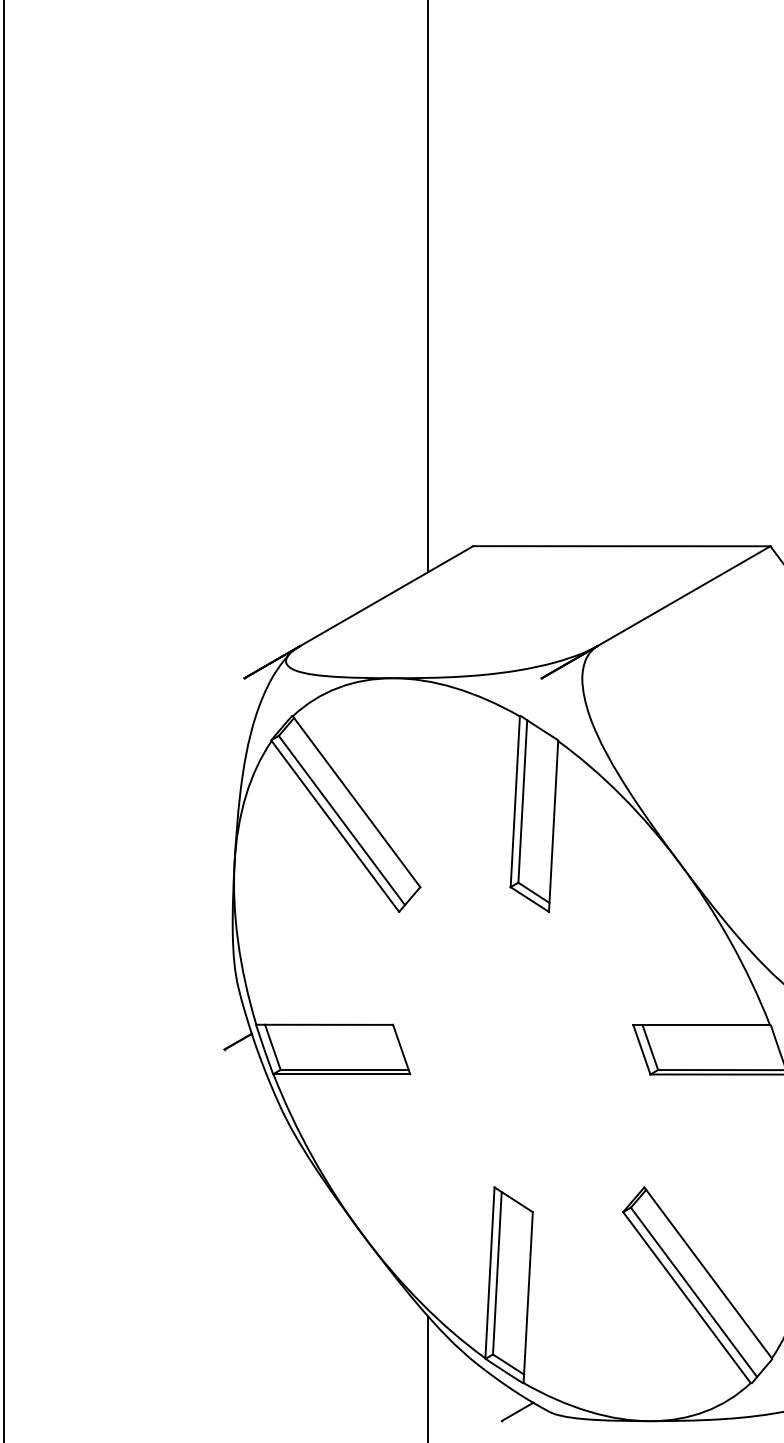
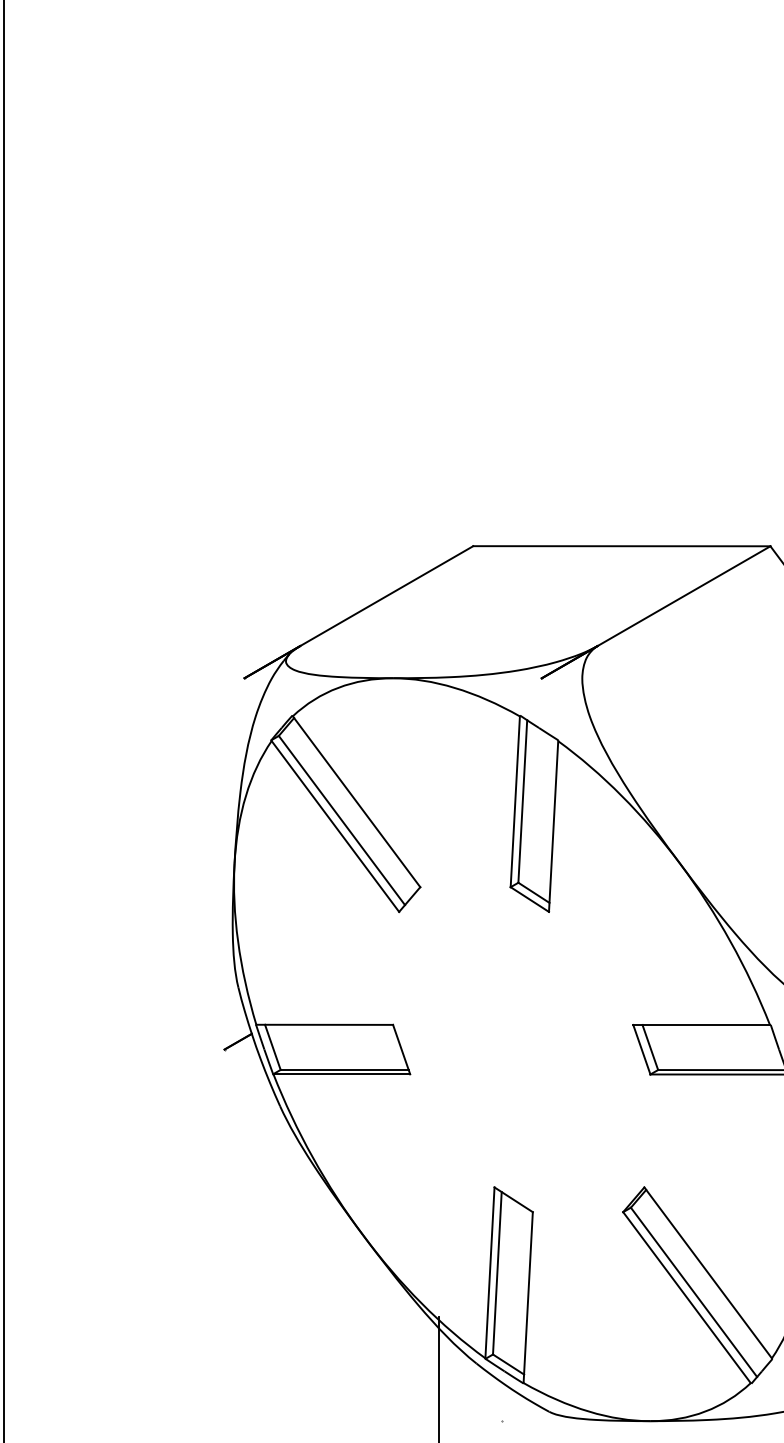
line at (428, 287): present -> none
line at (428, 1377) position: (428, 1377) -> (439, 1377)
line at (517, 1411): present -> none
